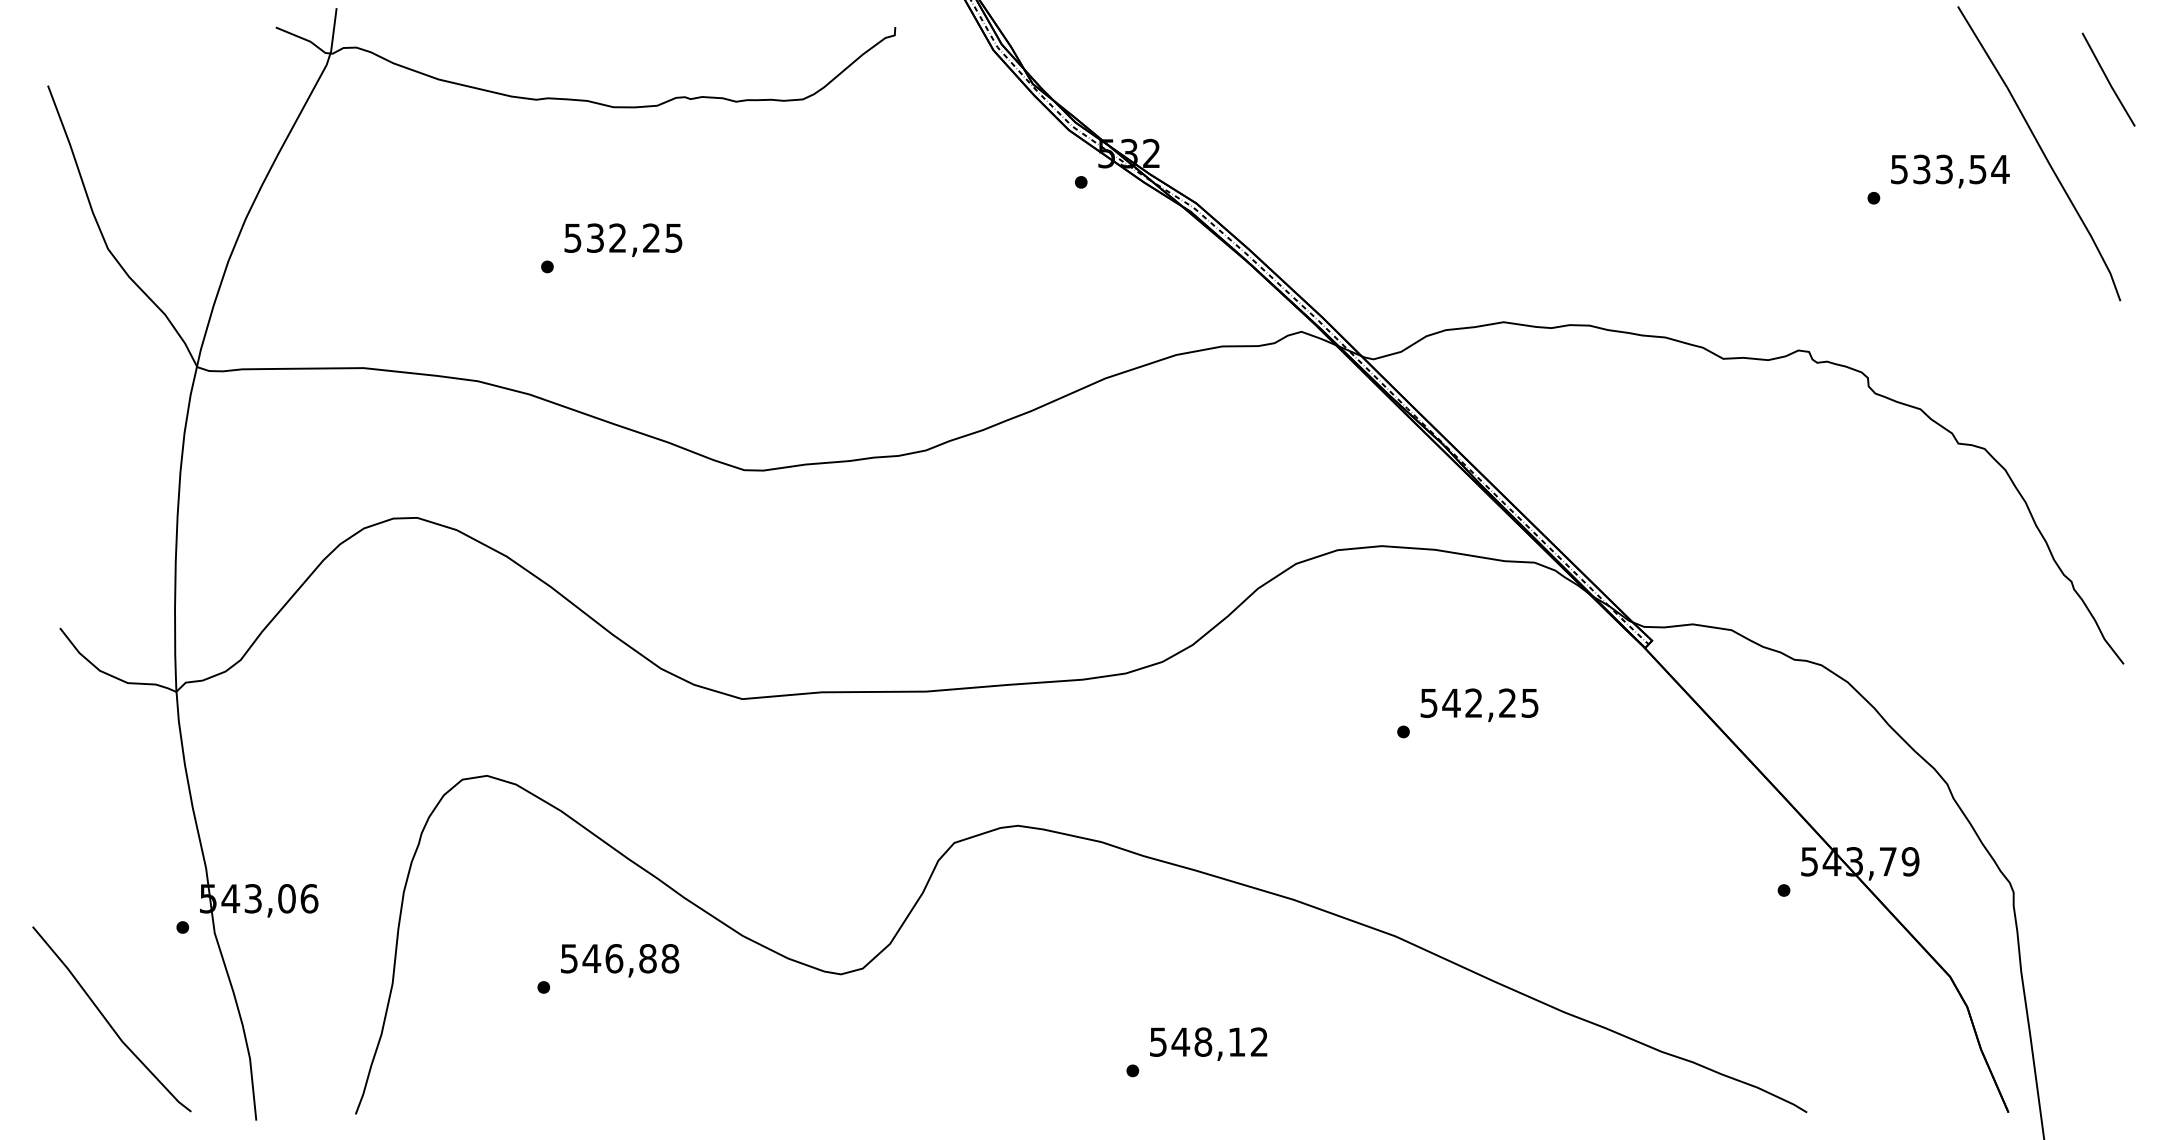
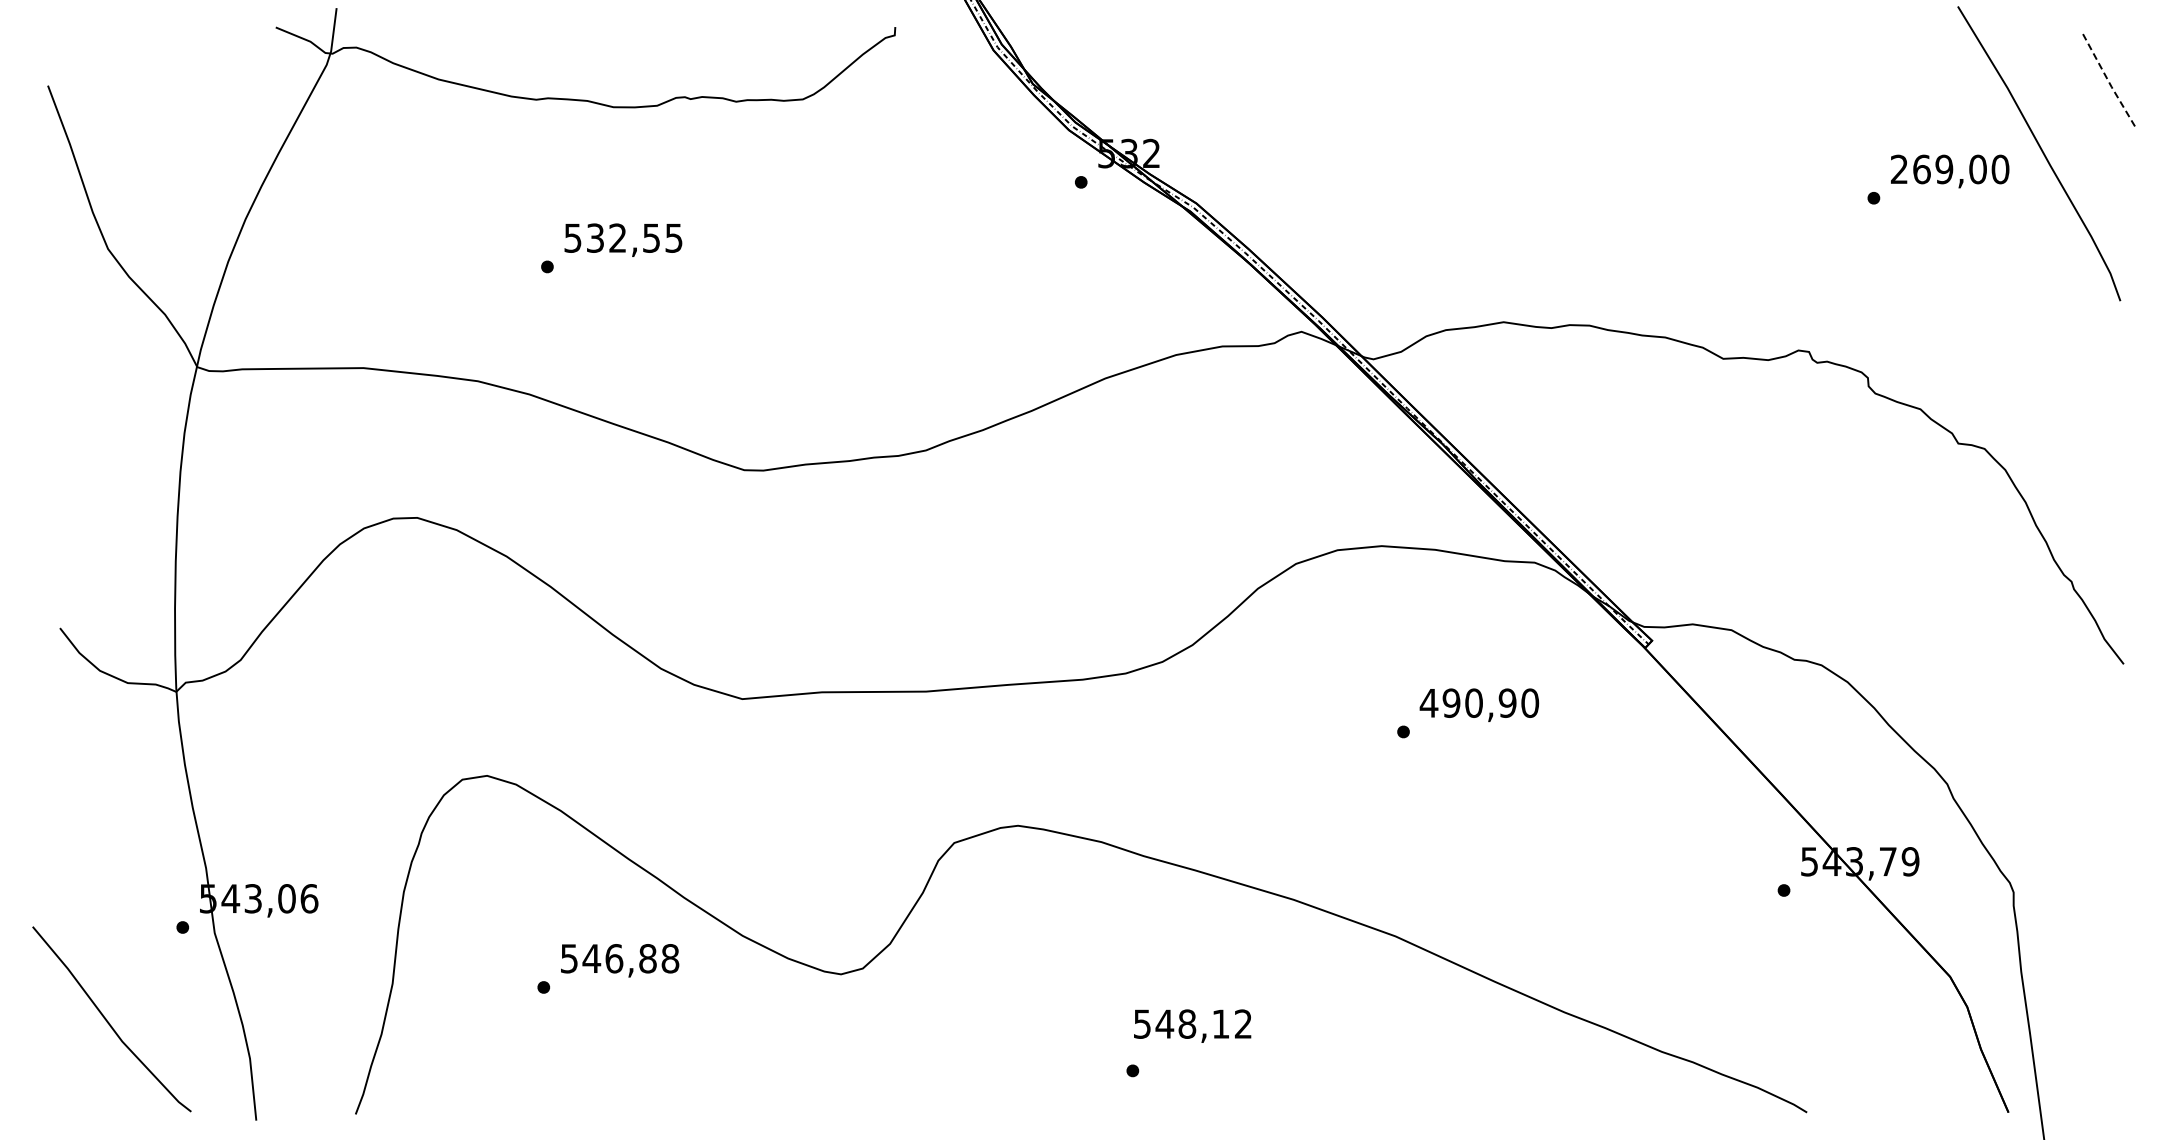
line at (2107, 80): solid -> dashed
text at (1949, 169): 533,54 -> 269,00
text at (651, 237): 532,25 -> 532,55
text at (1479, 702): 542,25 -> 490,90
text at (1208, 1043) position: (1208, 1043) -> (1192, 1025)
